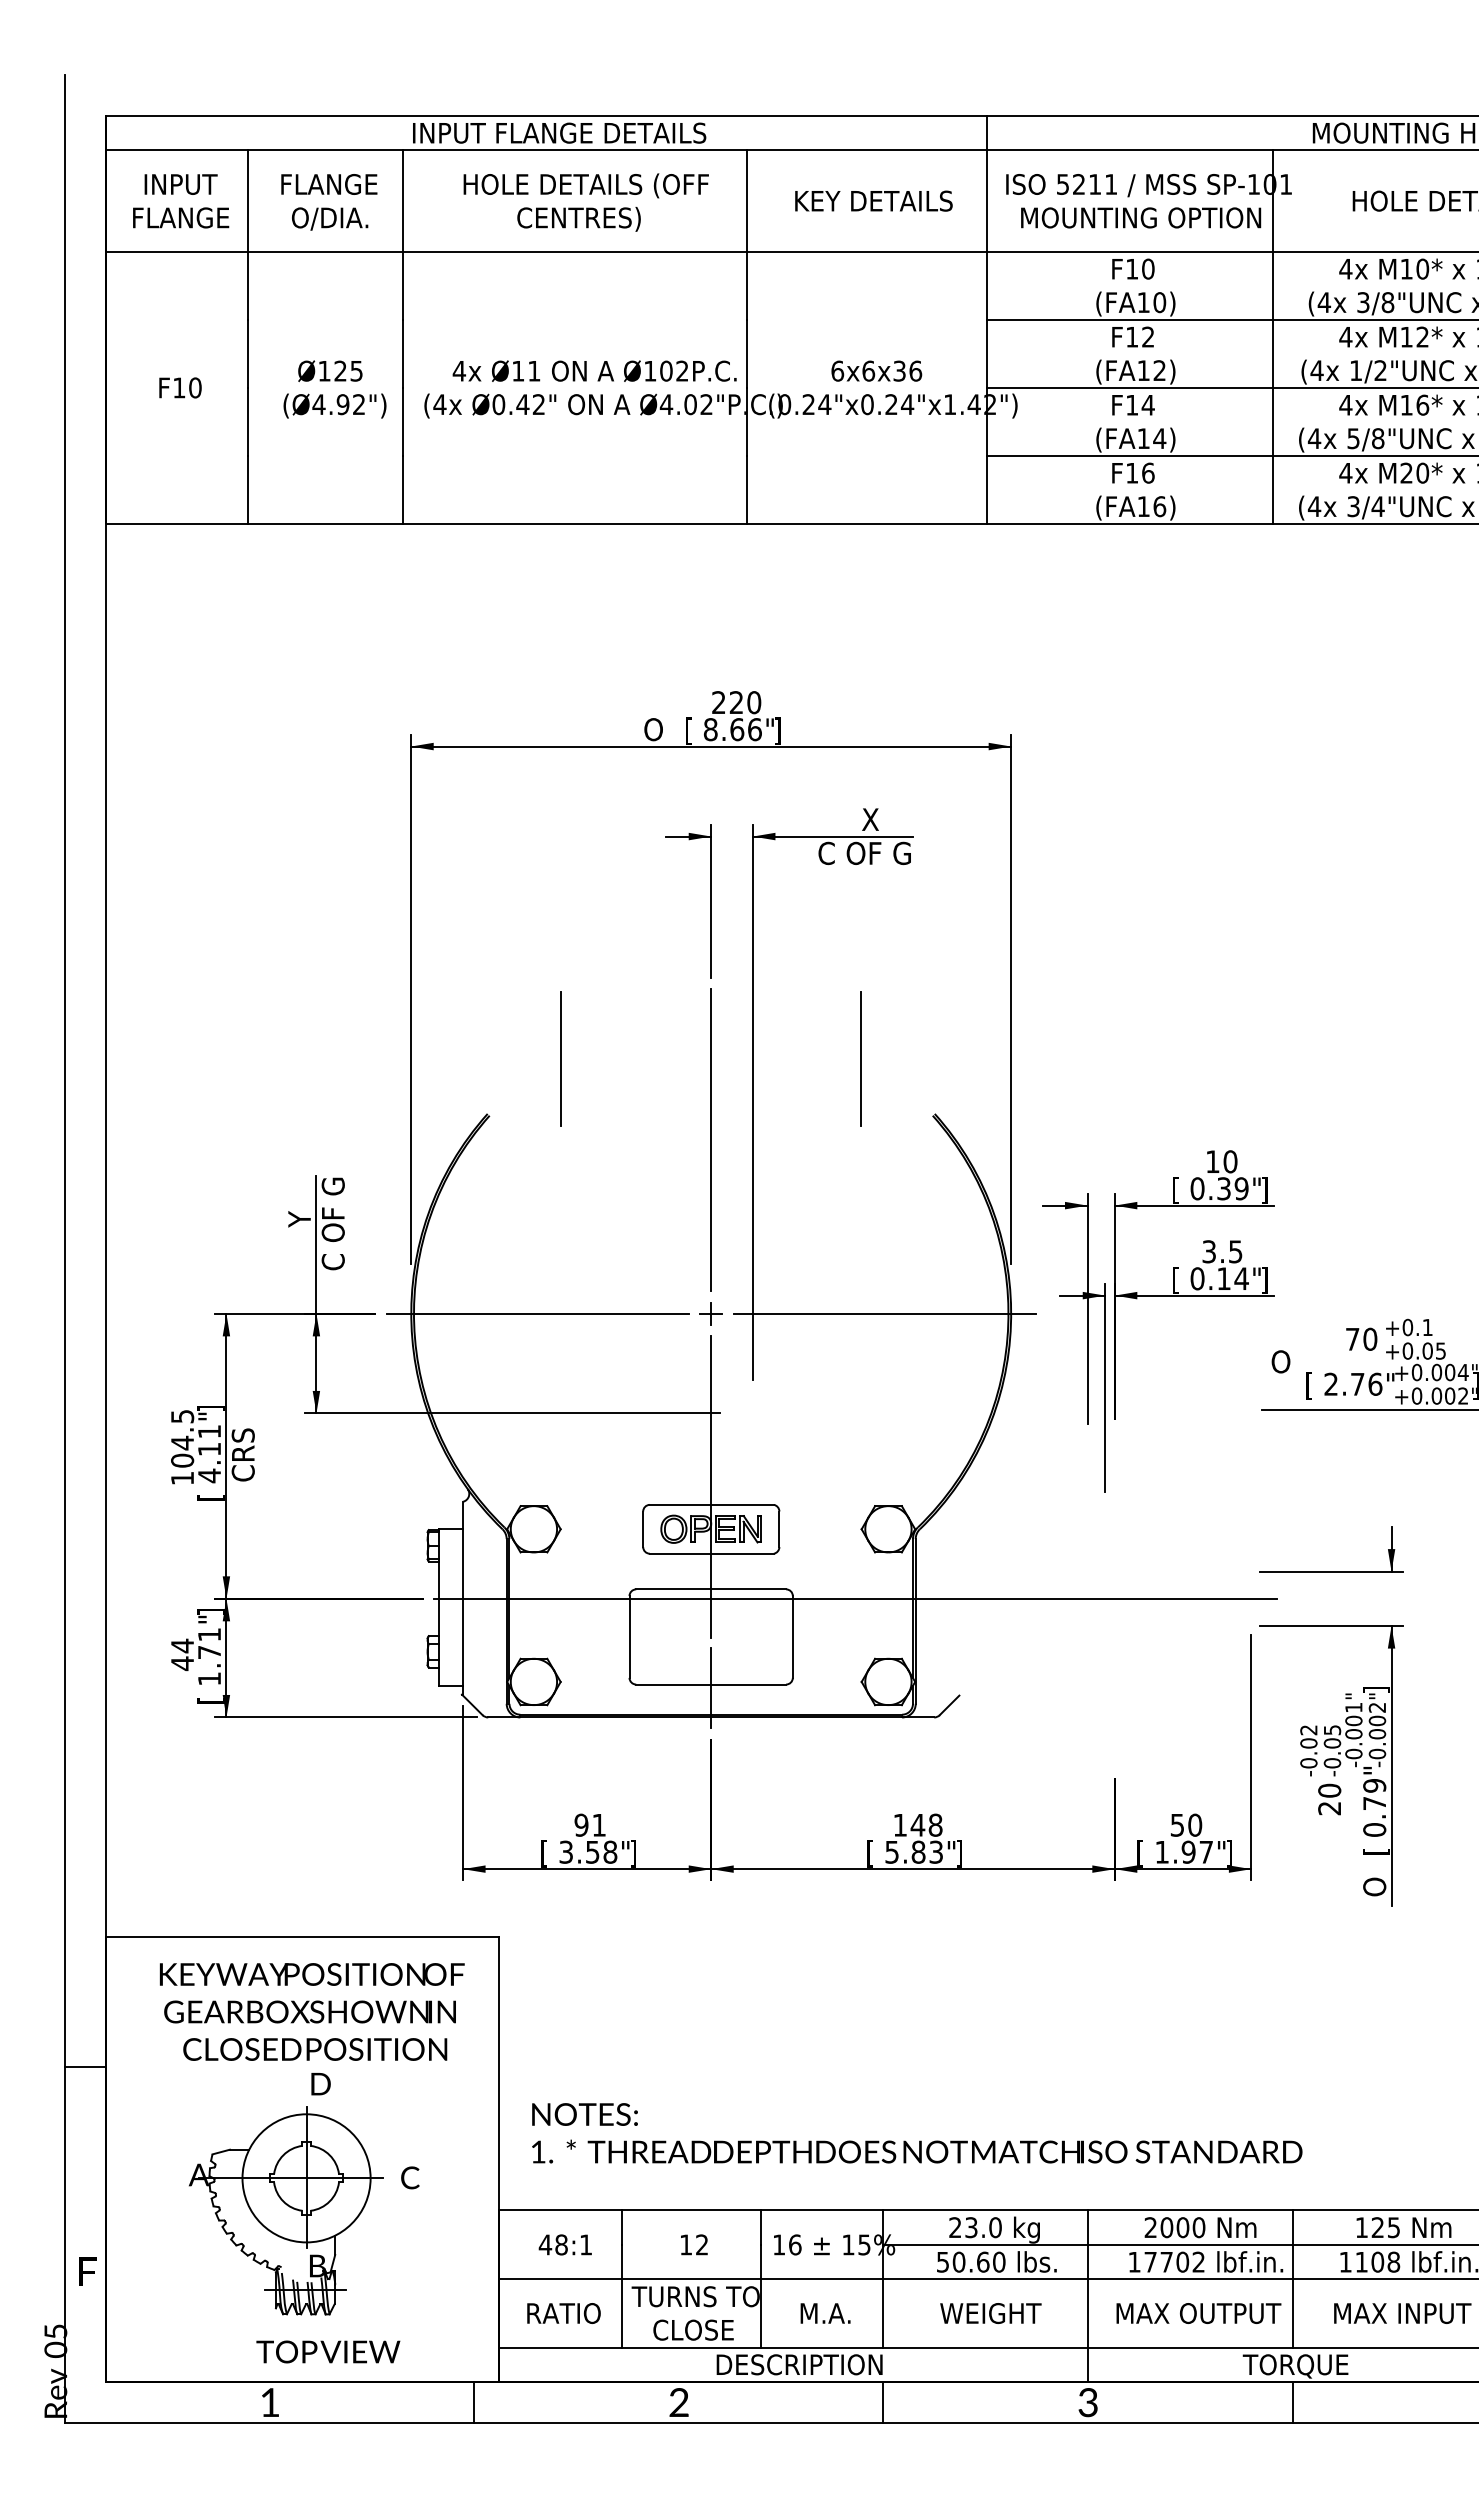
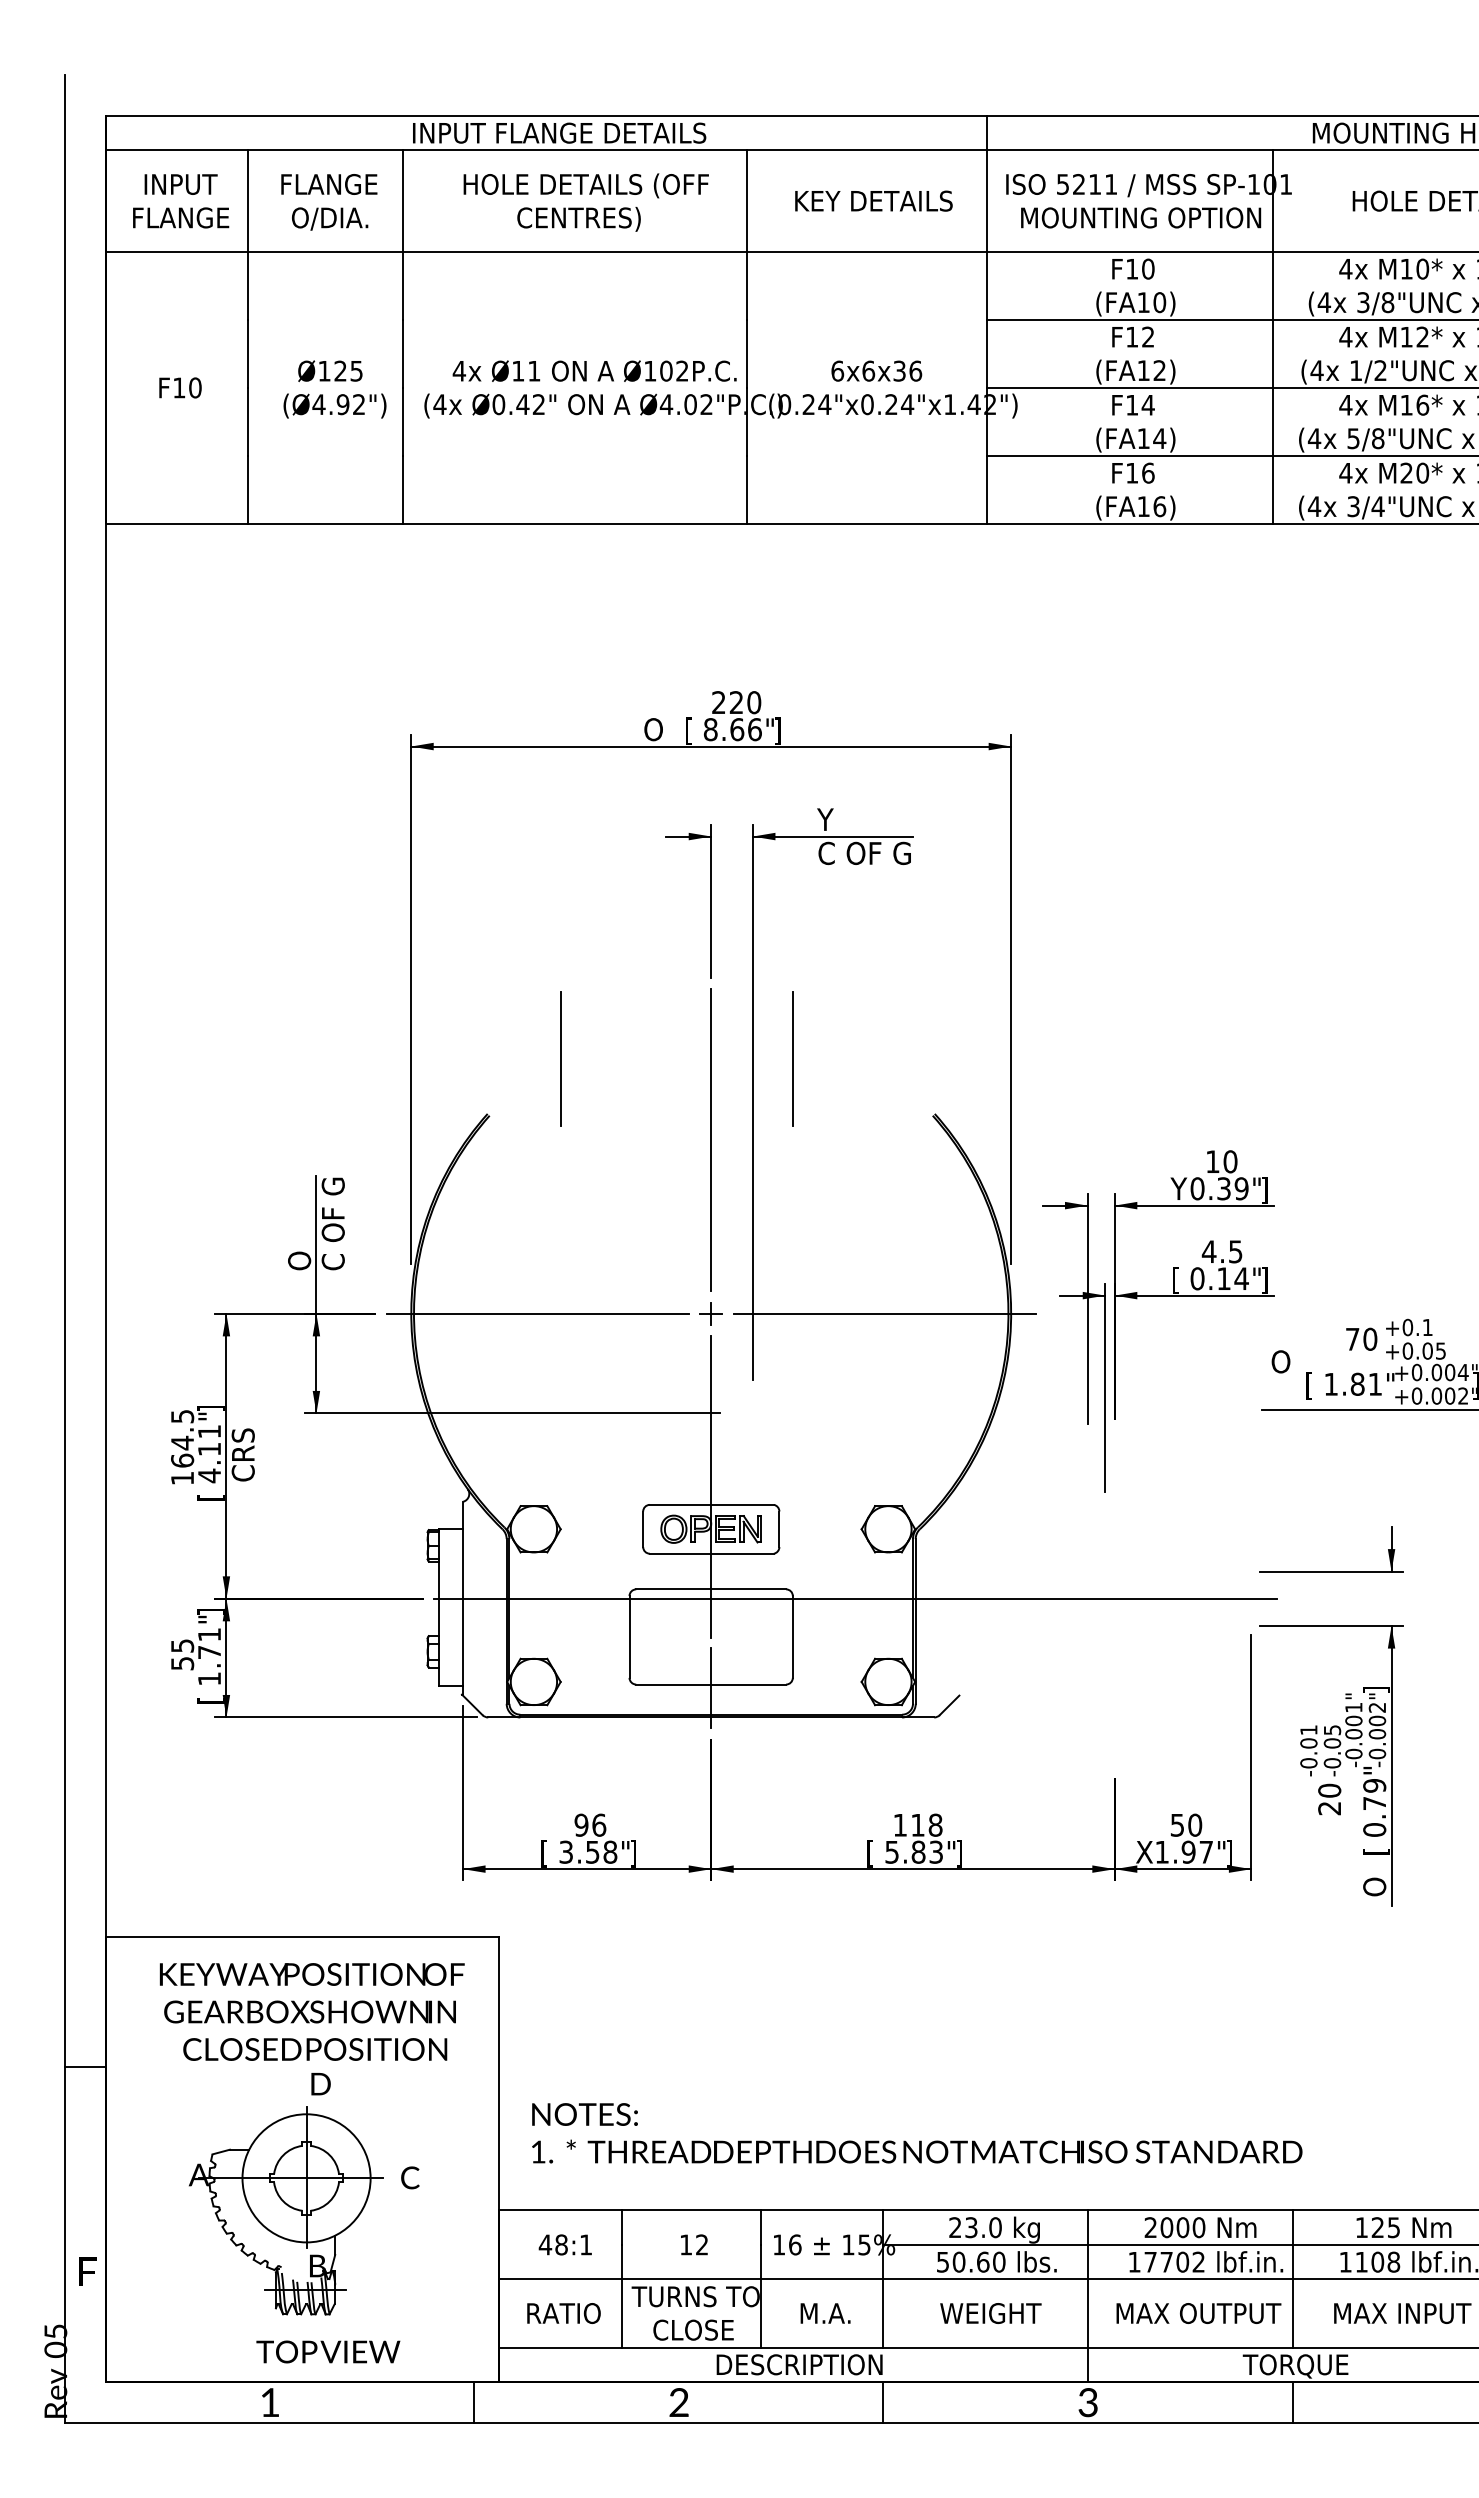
text at (847, 819): X -> Y
line at (860, 1058) position: (860, 1058) -> (792, 1058)
text at (1178, 1190): [ -> Y
text at (299, 1240): Y -> O
text at (1208, 1251): 3.5 -> 4.5
text at (1353, 1383): 2.76" -> 1.81"
text at (182, 1460): 104.5 -> 164.5
text at (182, 1654): 44 -> 55
text at (1308, 1730): -0.02 -> -0.01
text at (599, 1824): 91 -> 96
text at (917, 1825): 148 -> 118
text at (1144, 1853): [ -> X
